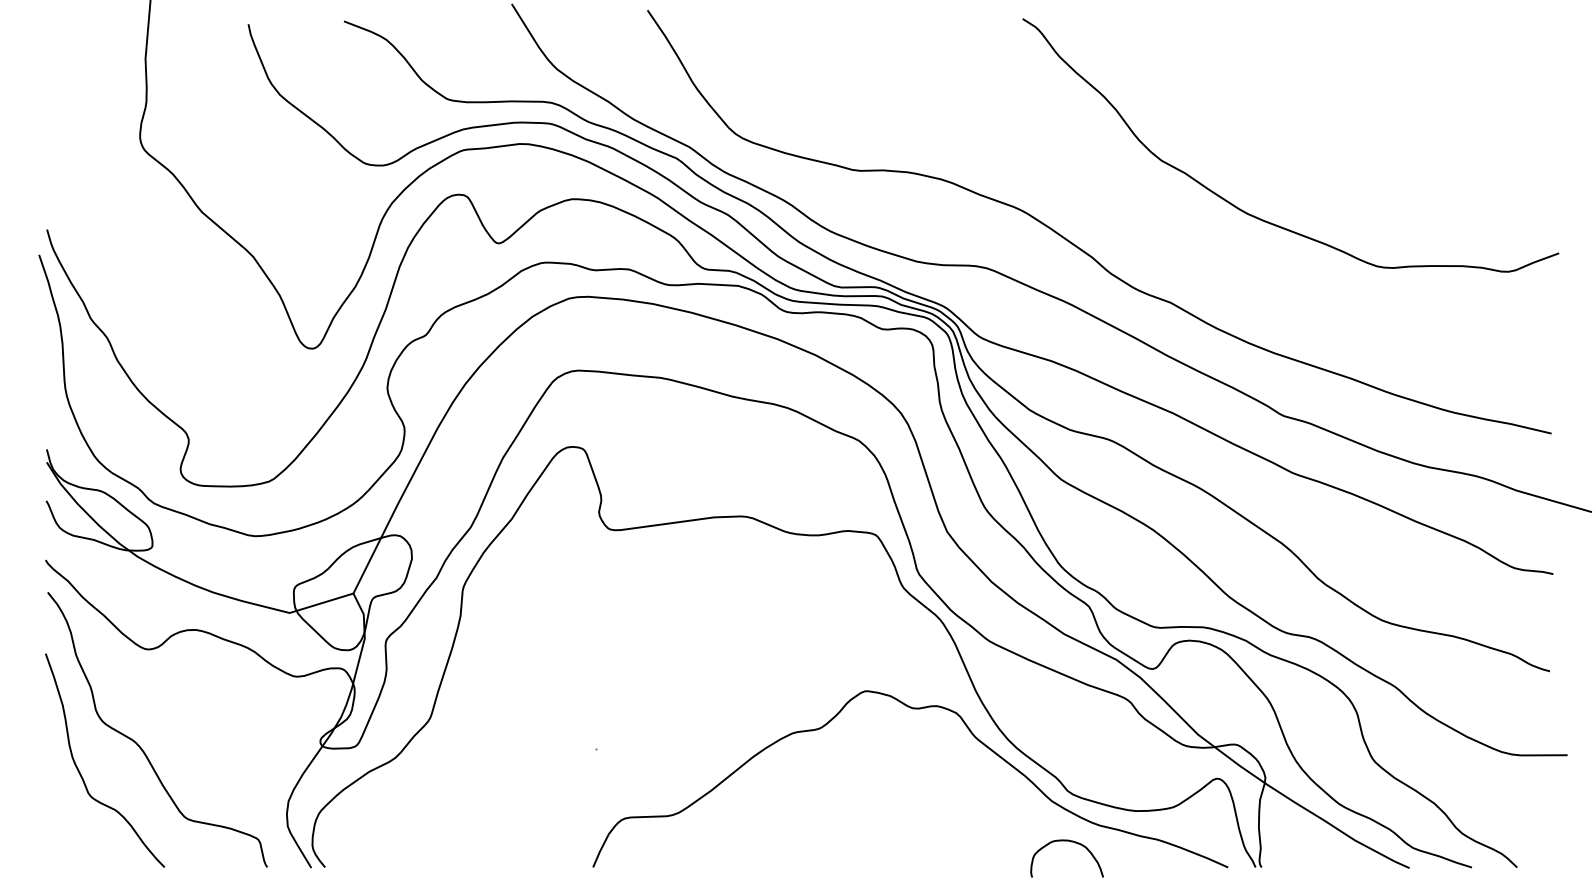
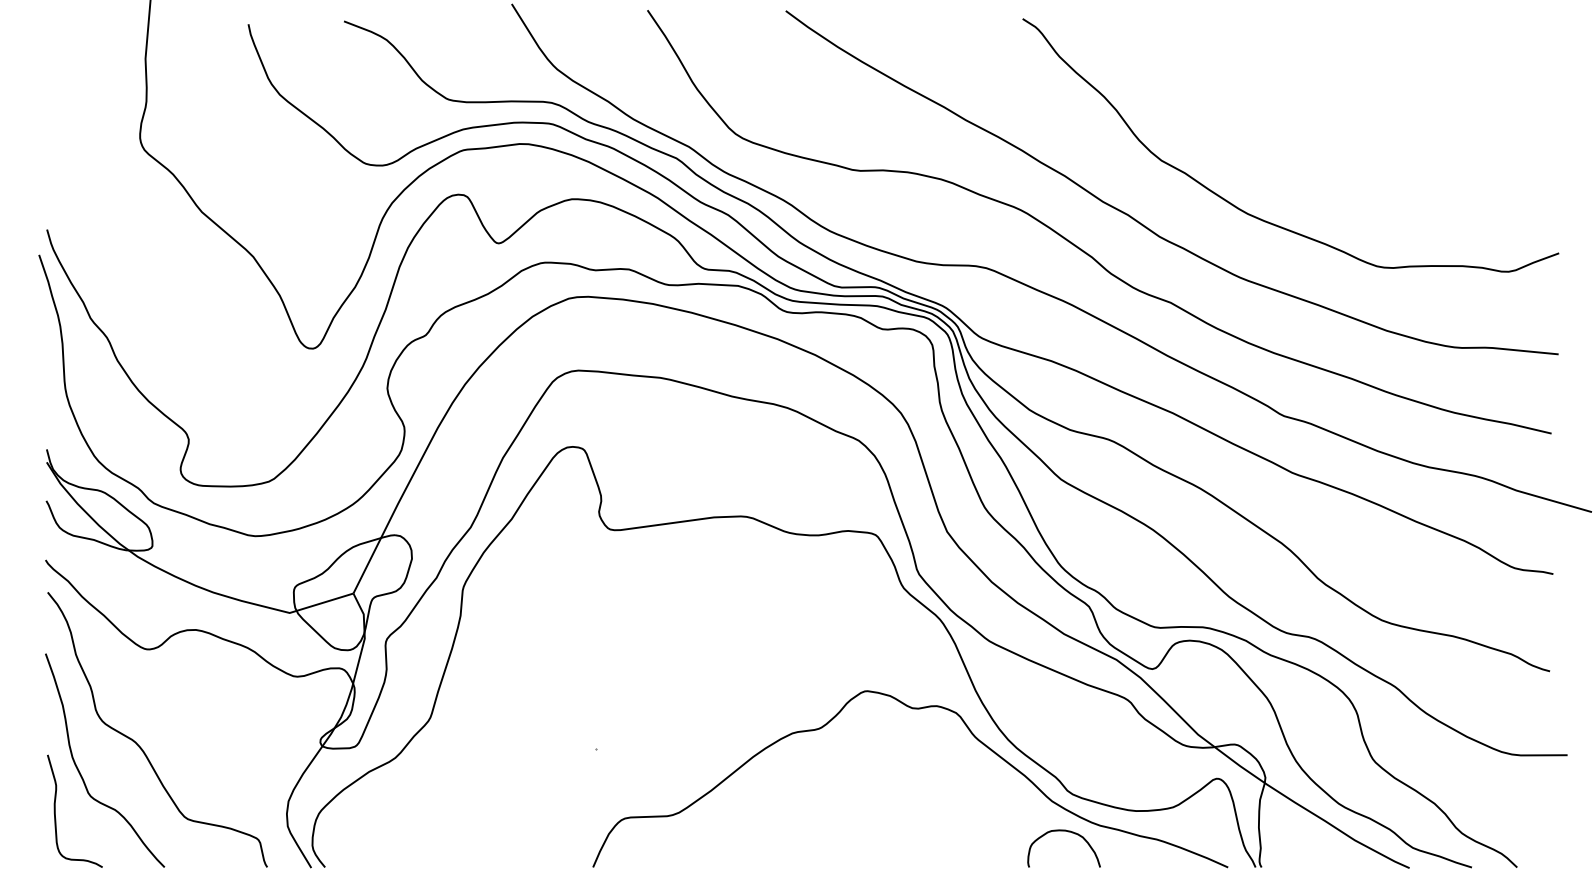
curve at (1142, 223): none -> present
curve at (55, 810): none -> present
curve at (1071, 842) position: (1071, 842) -> (1068, 832)
